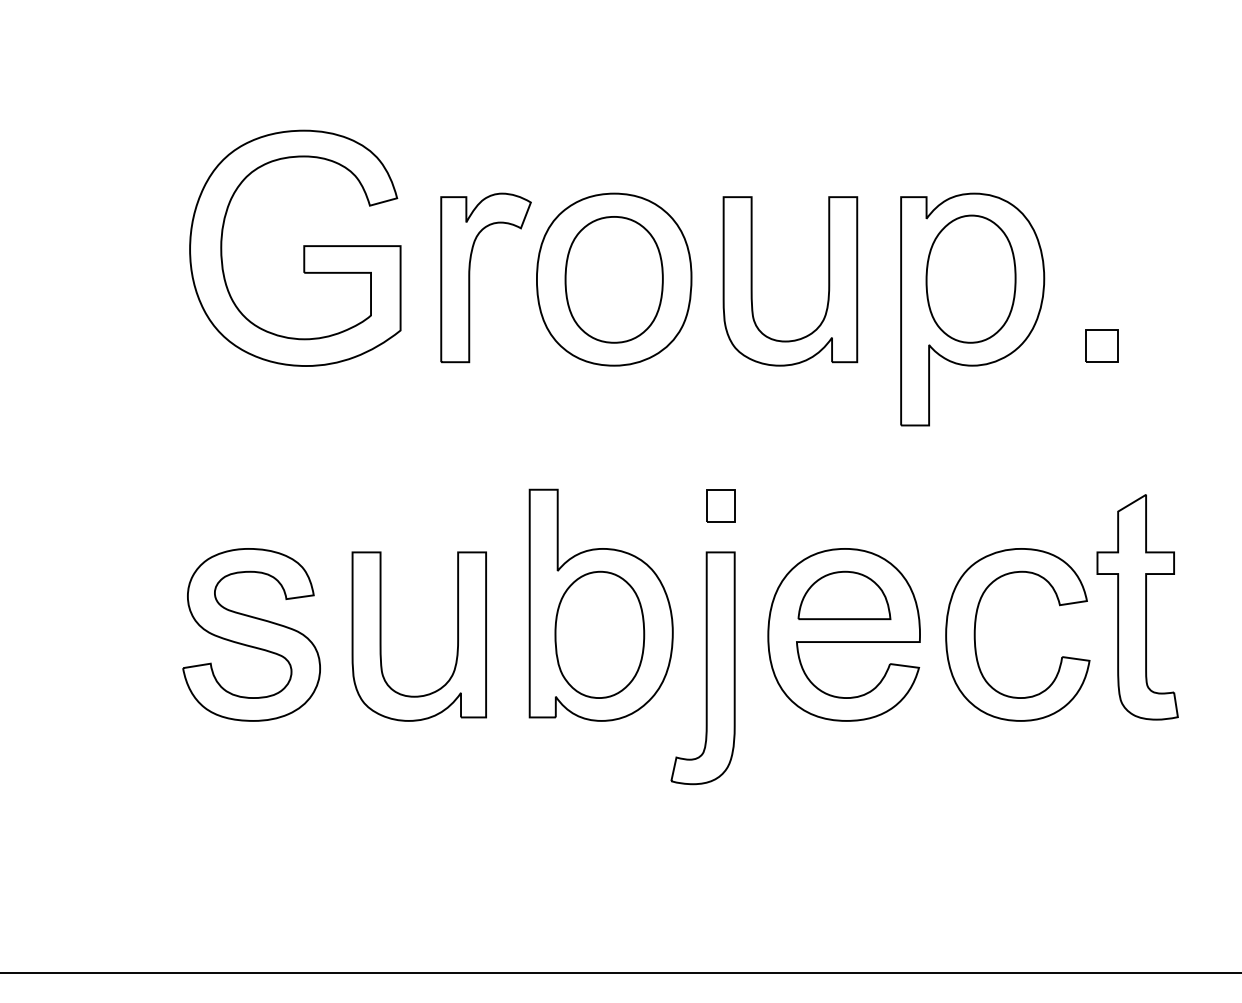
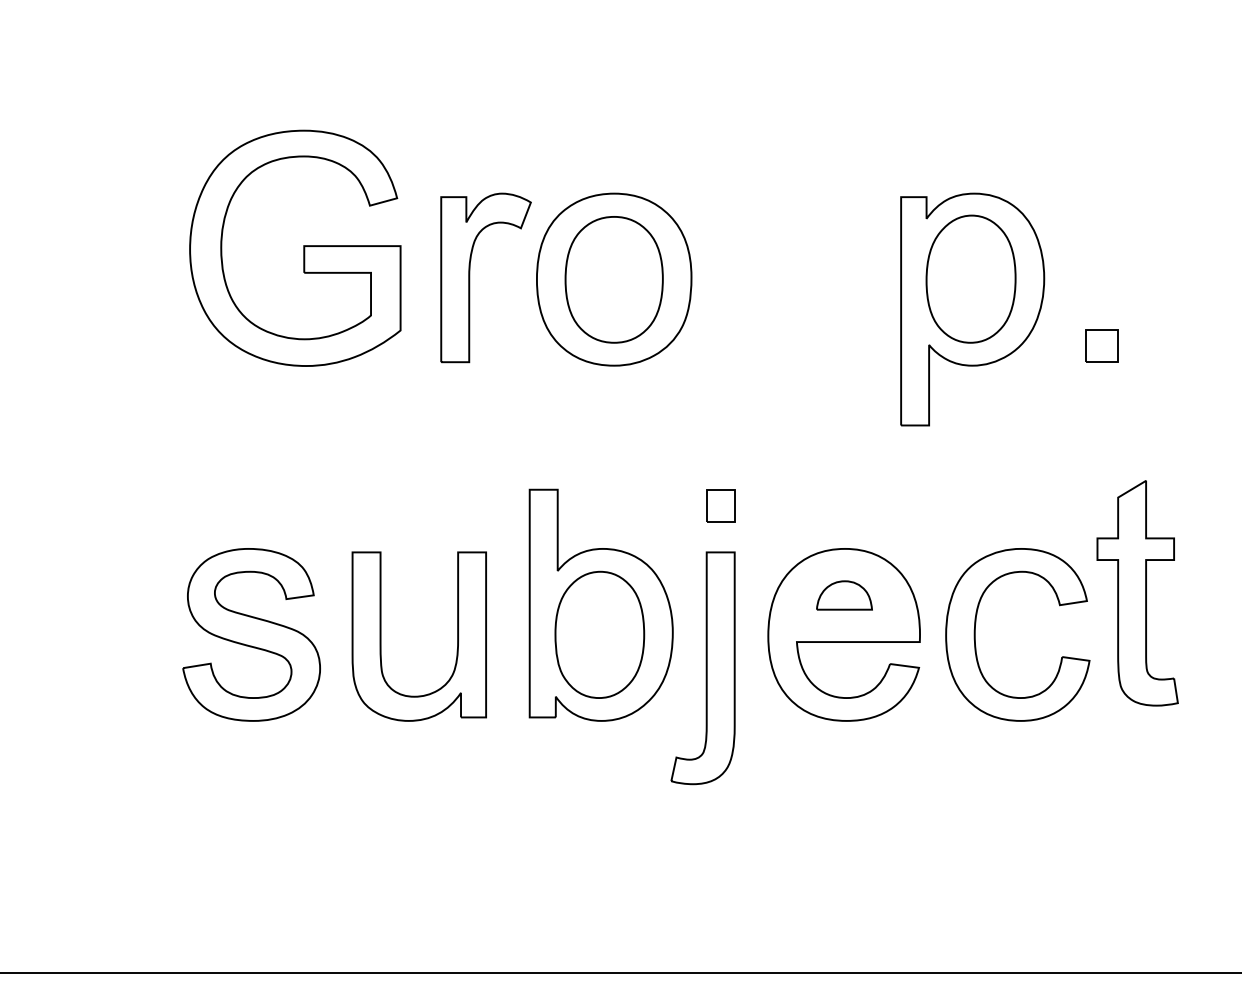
part at (752, 281): present -> none
part at (844, 595) size: 95x51 px -> 57x31 px
part at (1137, 607) position: (1137, 607) -> (1137, 593)
